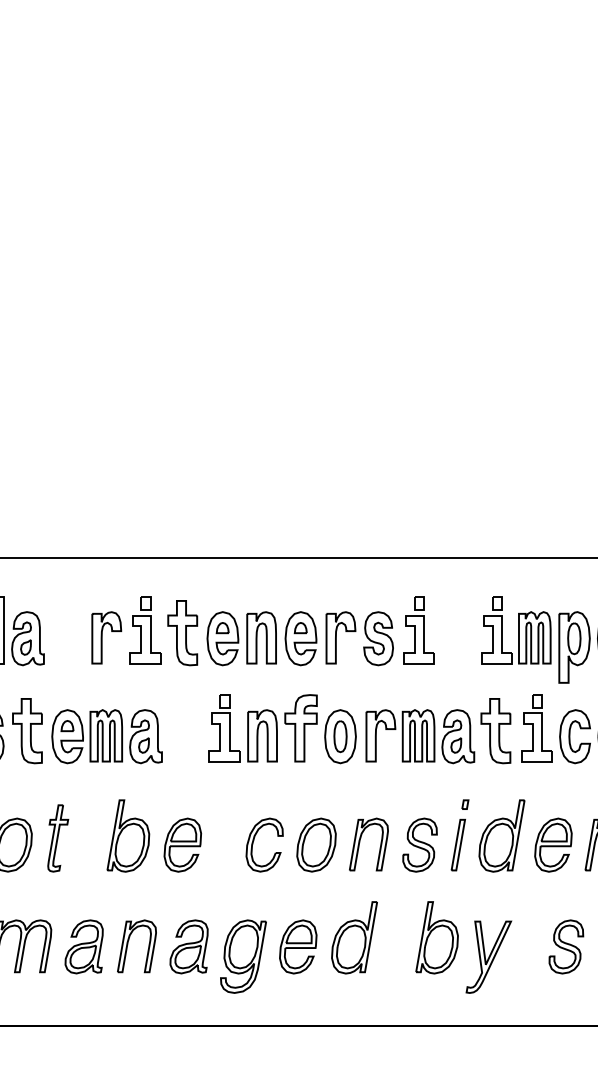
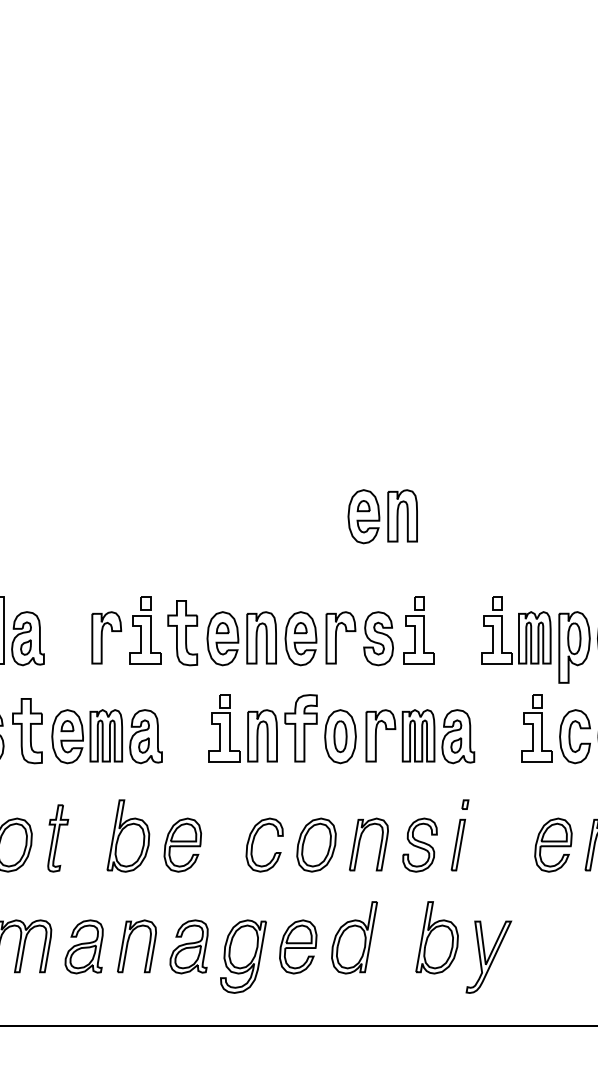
part at (382, 516): none -> present
line at (298, 558): present -> none
part at (495, 731): present -> none
part at (501, 835): present -> none
part at (566, 946): present -> none
